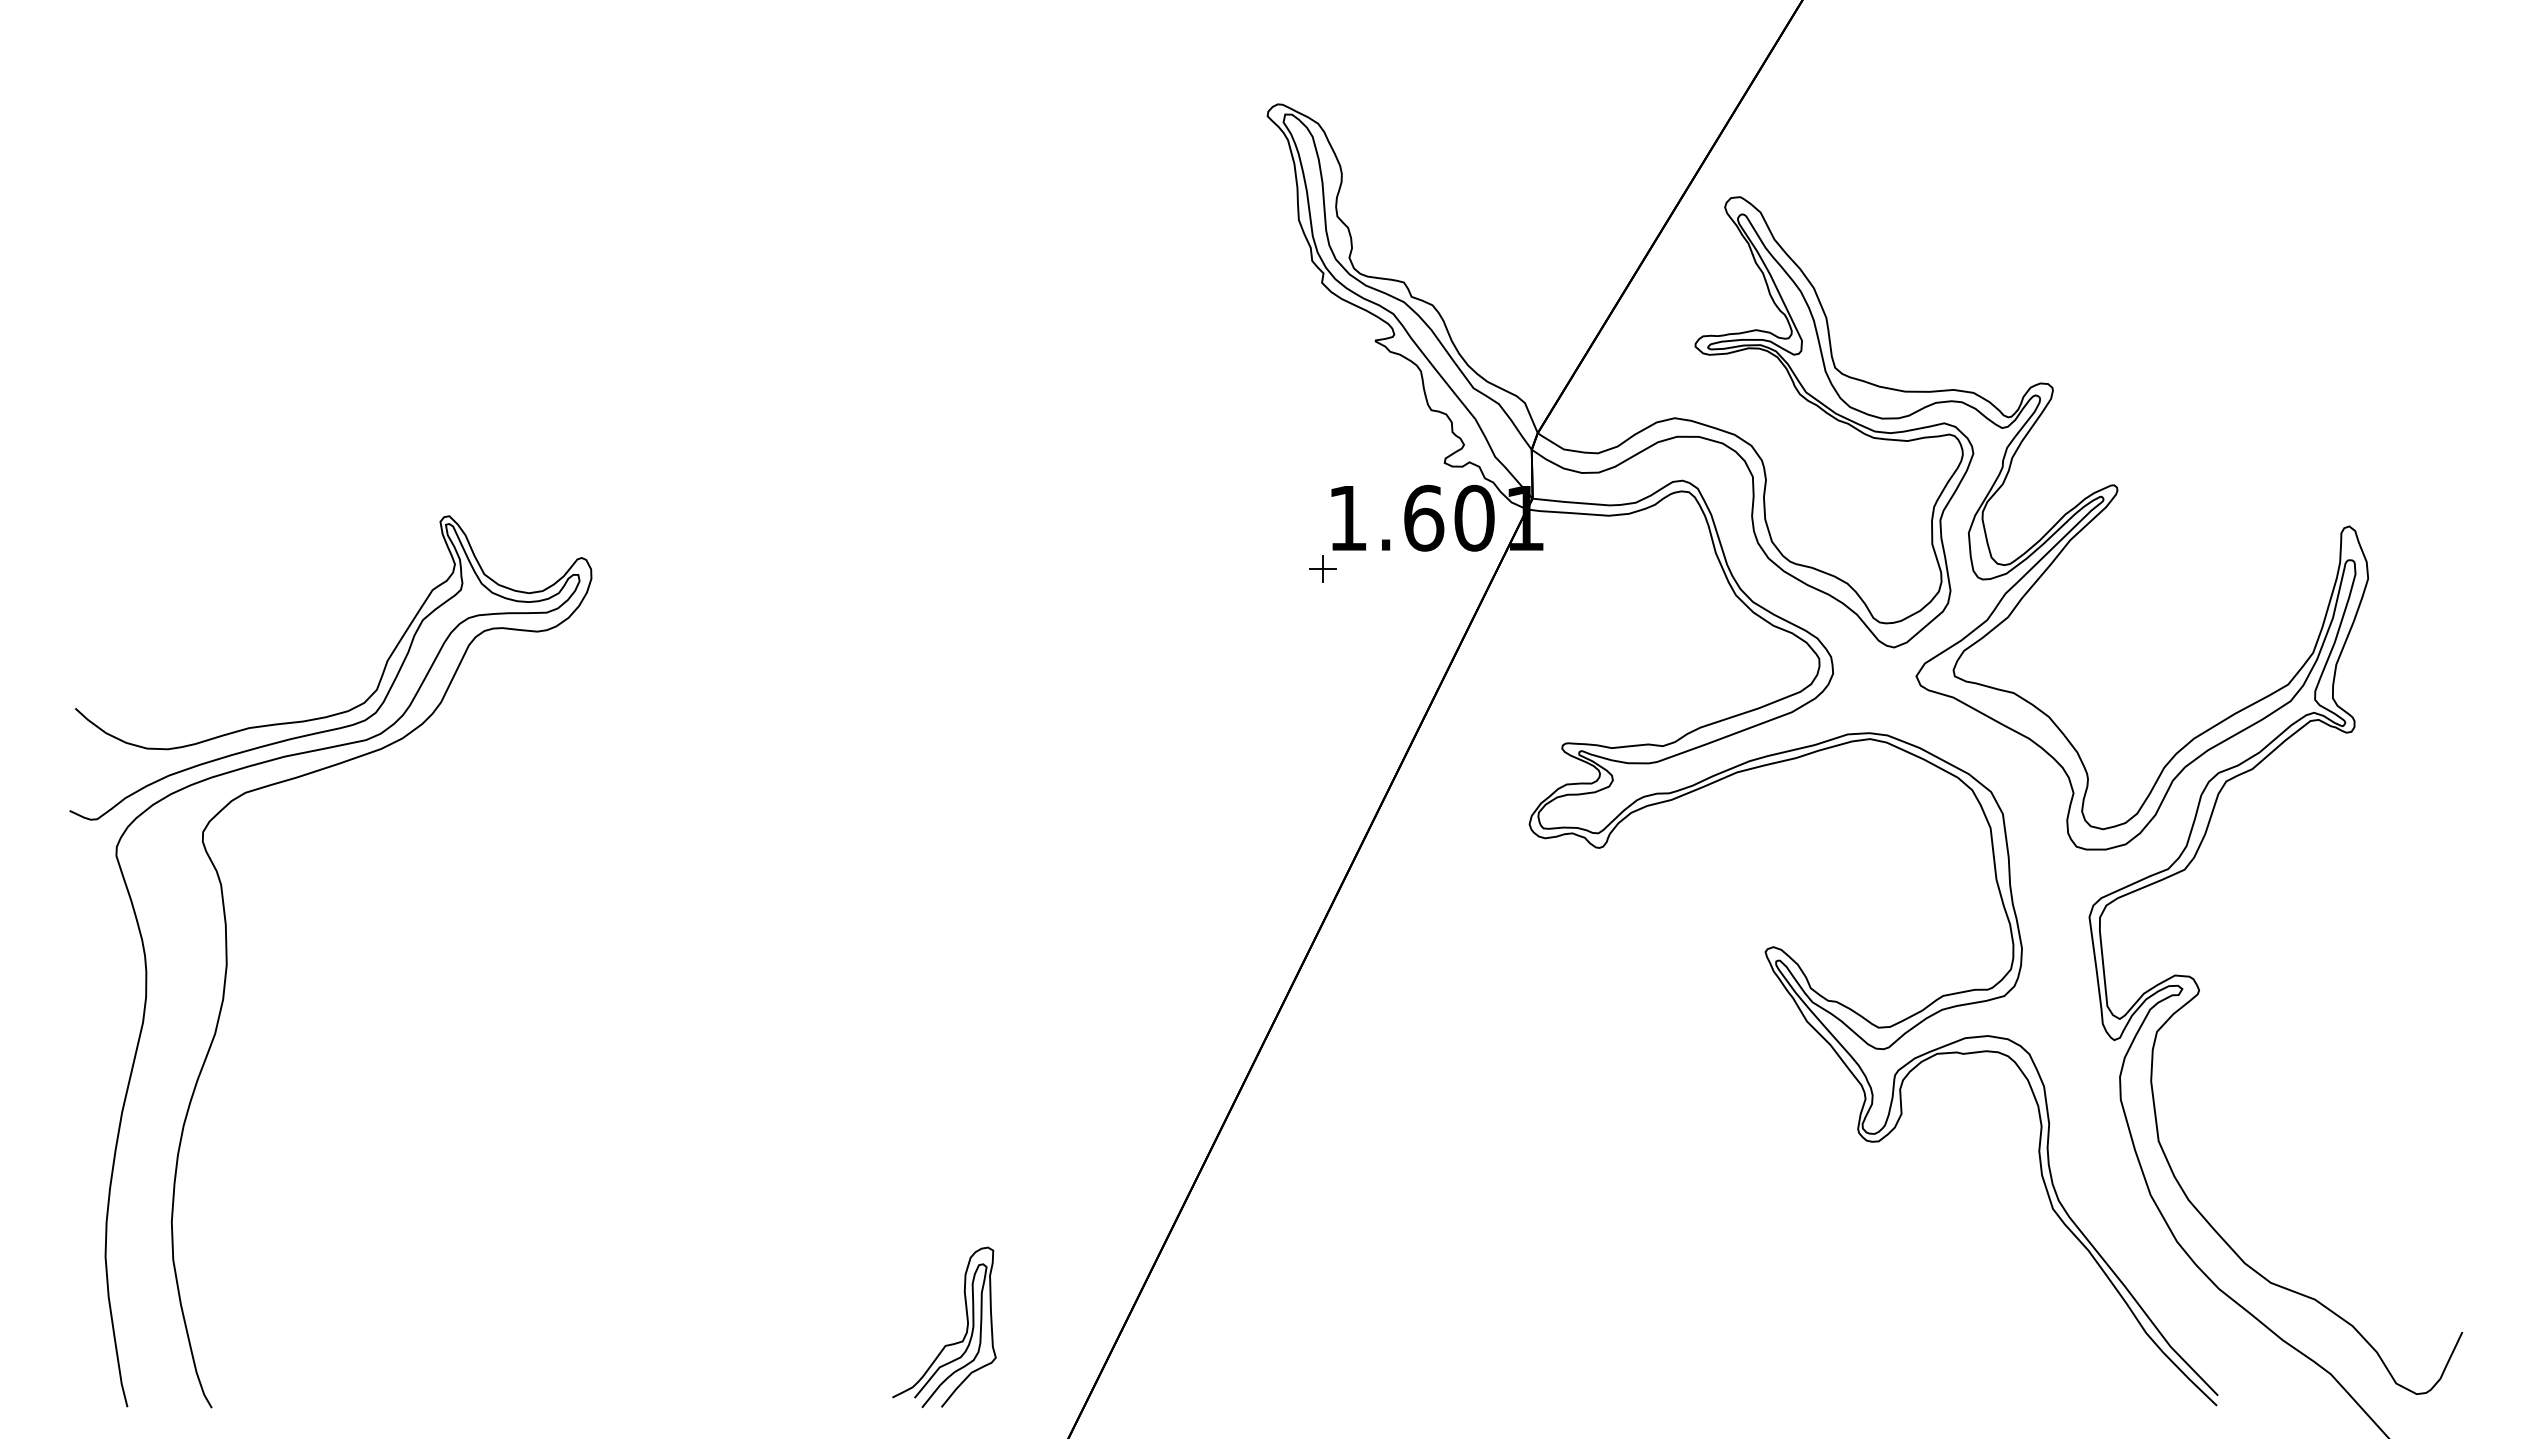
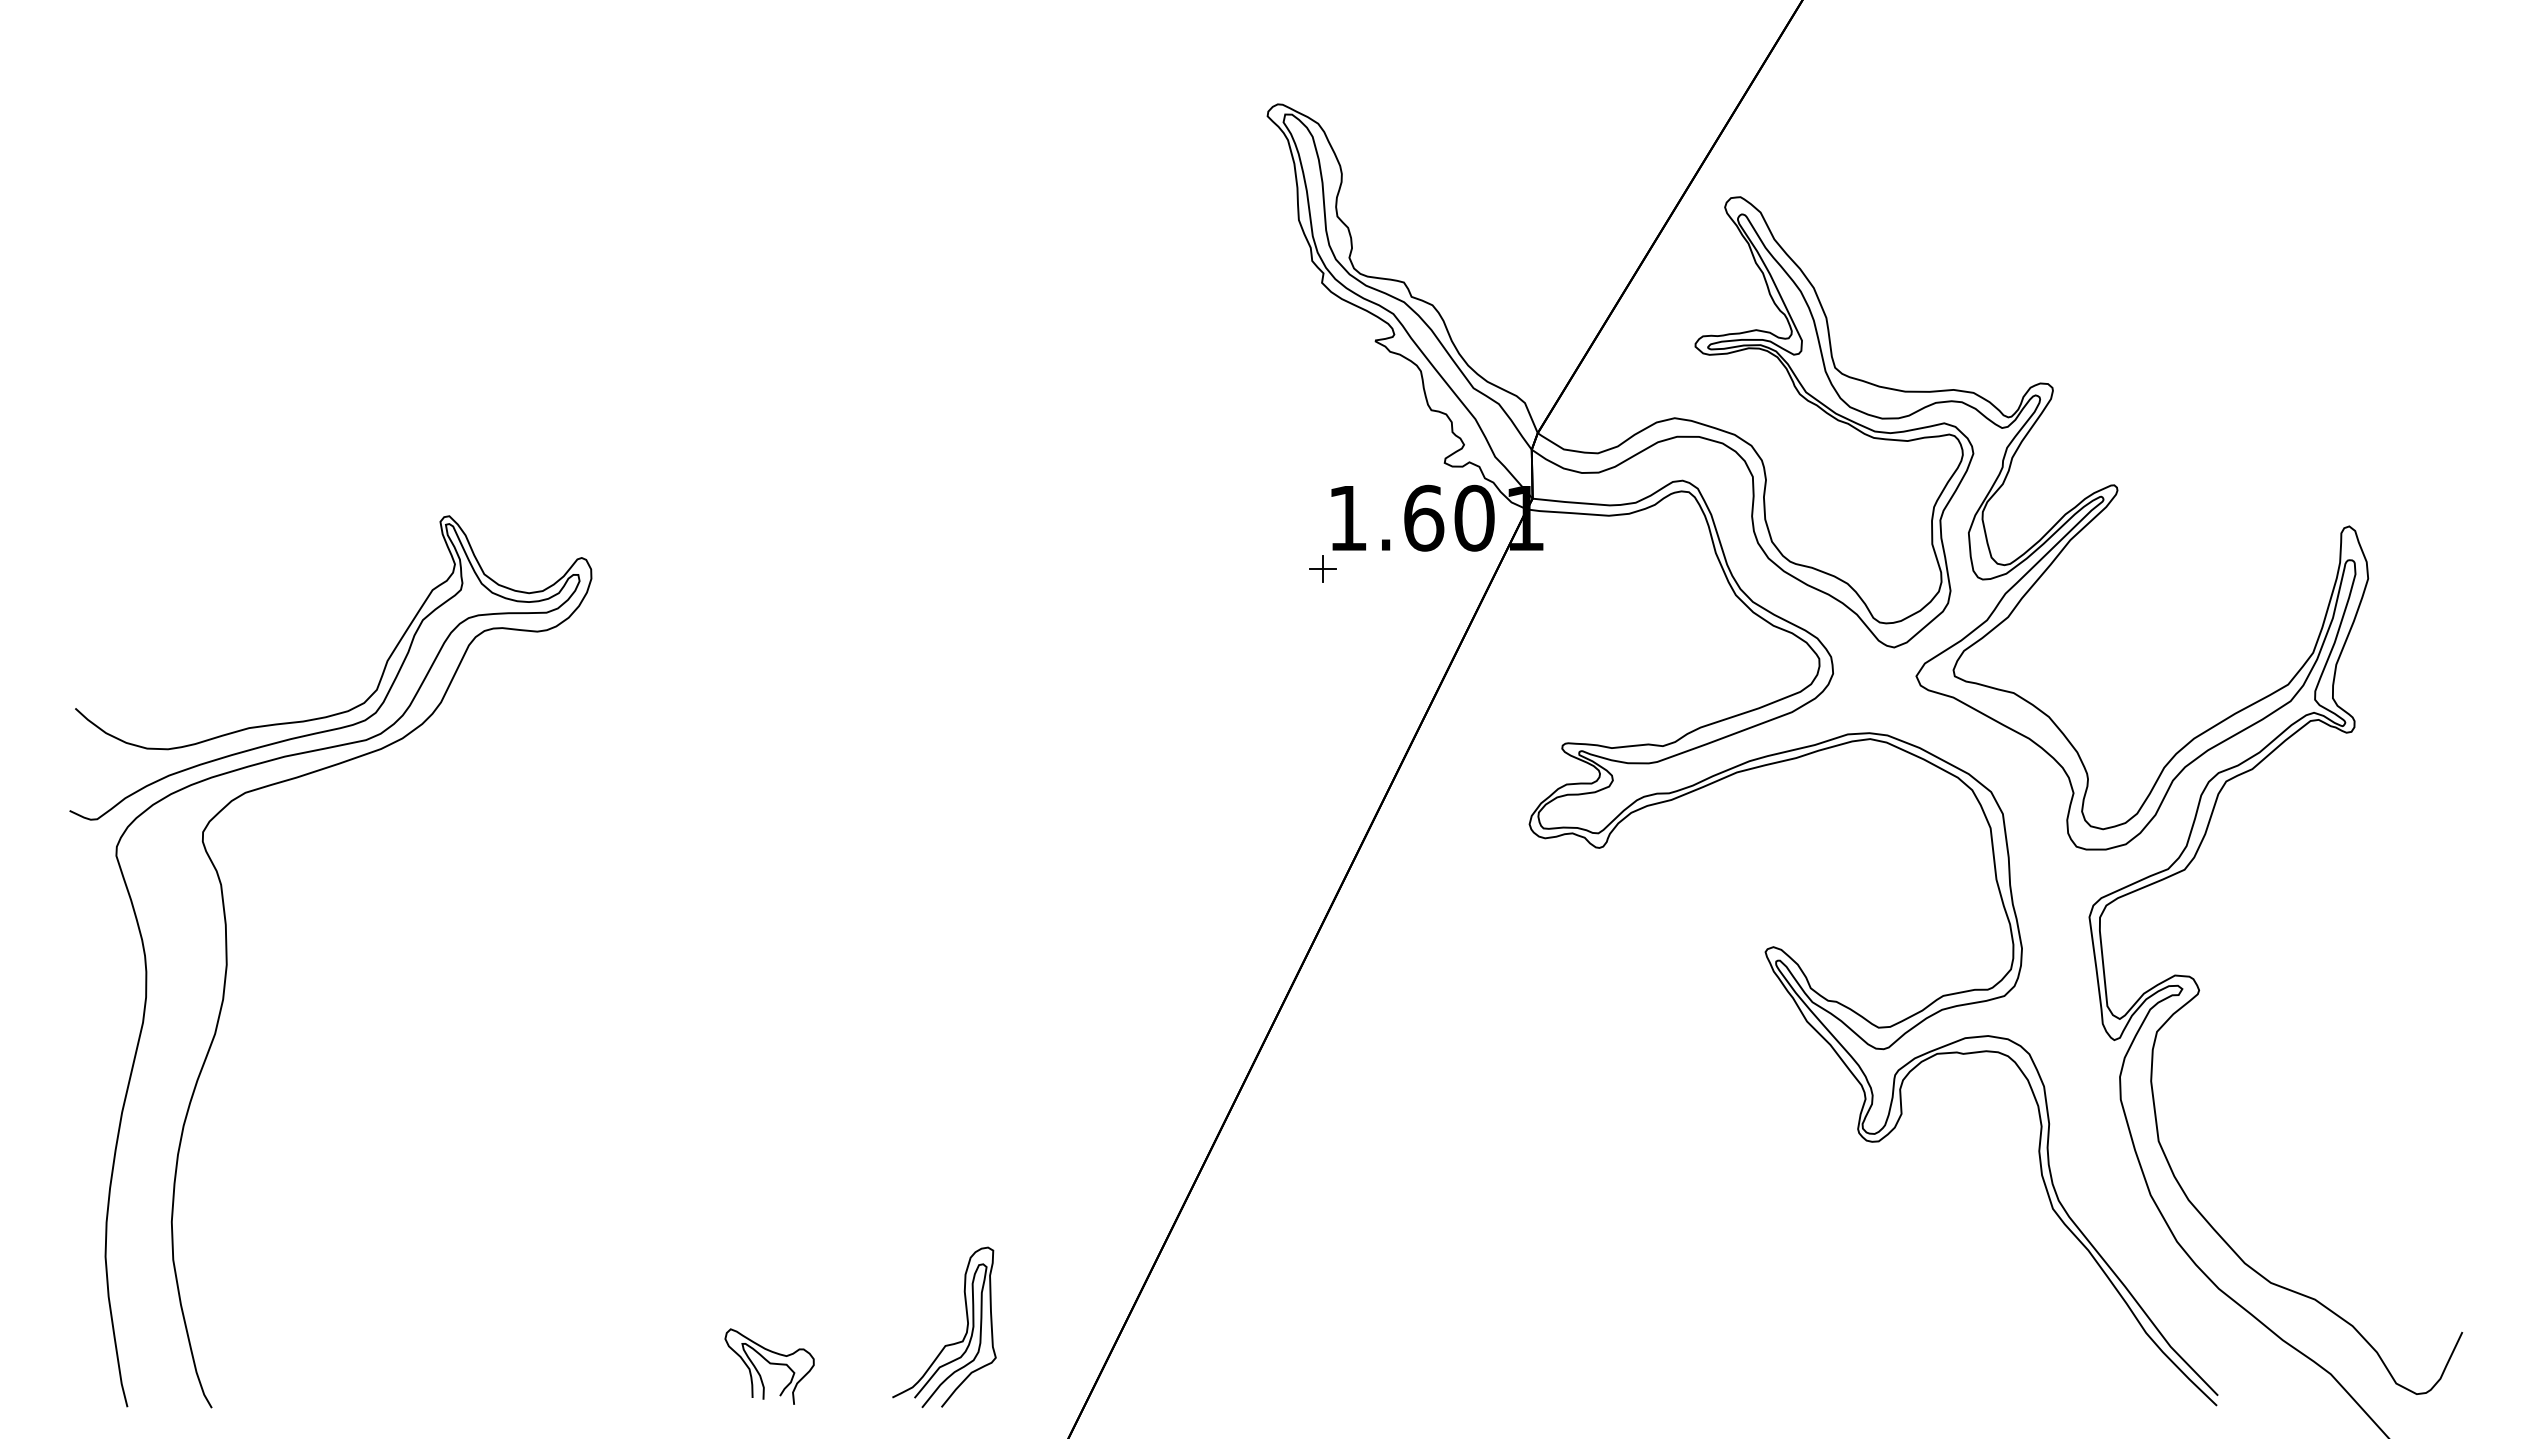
part at (769, 1366): none -> present
